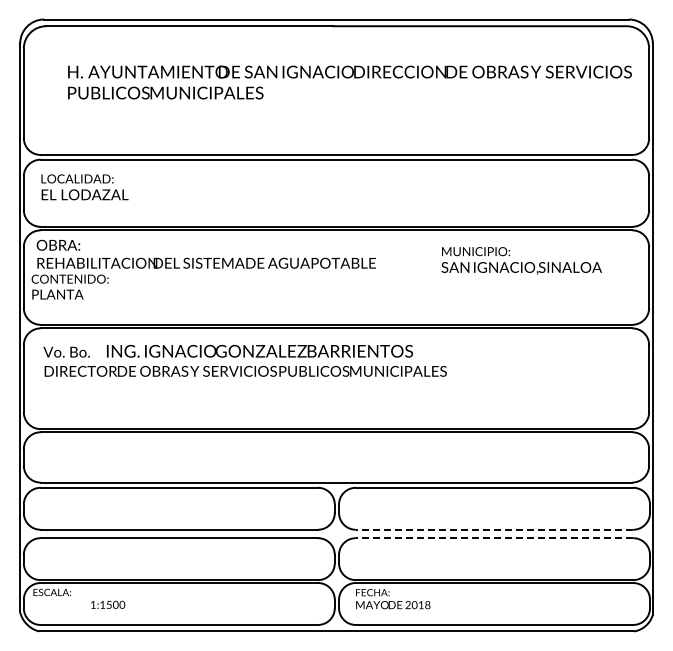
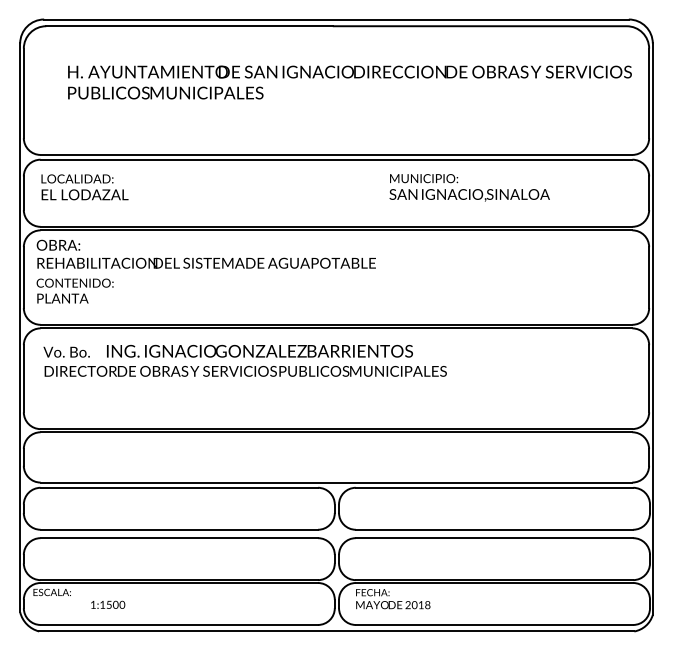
text at (521, 260) position: (521, 260) -> (469, 187)
text at (69, 286) position: (69, 286) -> (74, 290)
line at (494, 529): dashed -> solid
line at (494, 538): dashed -> solid
